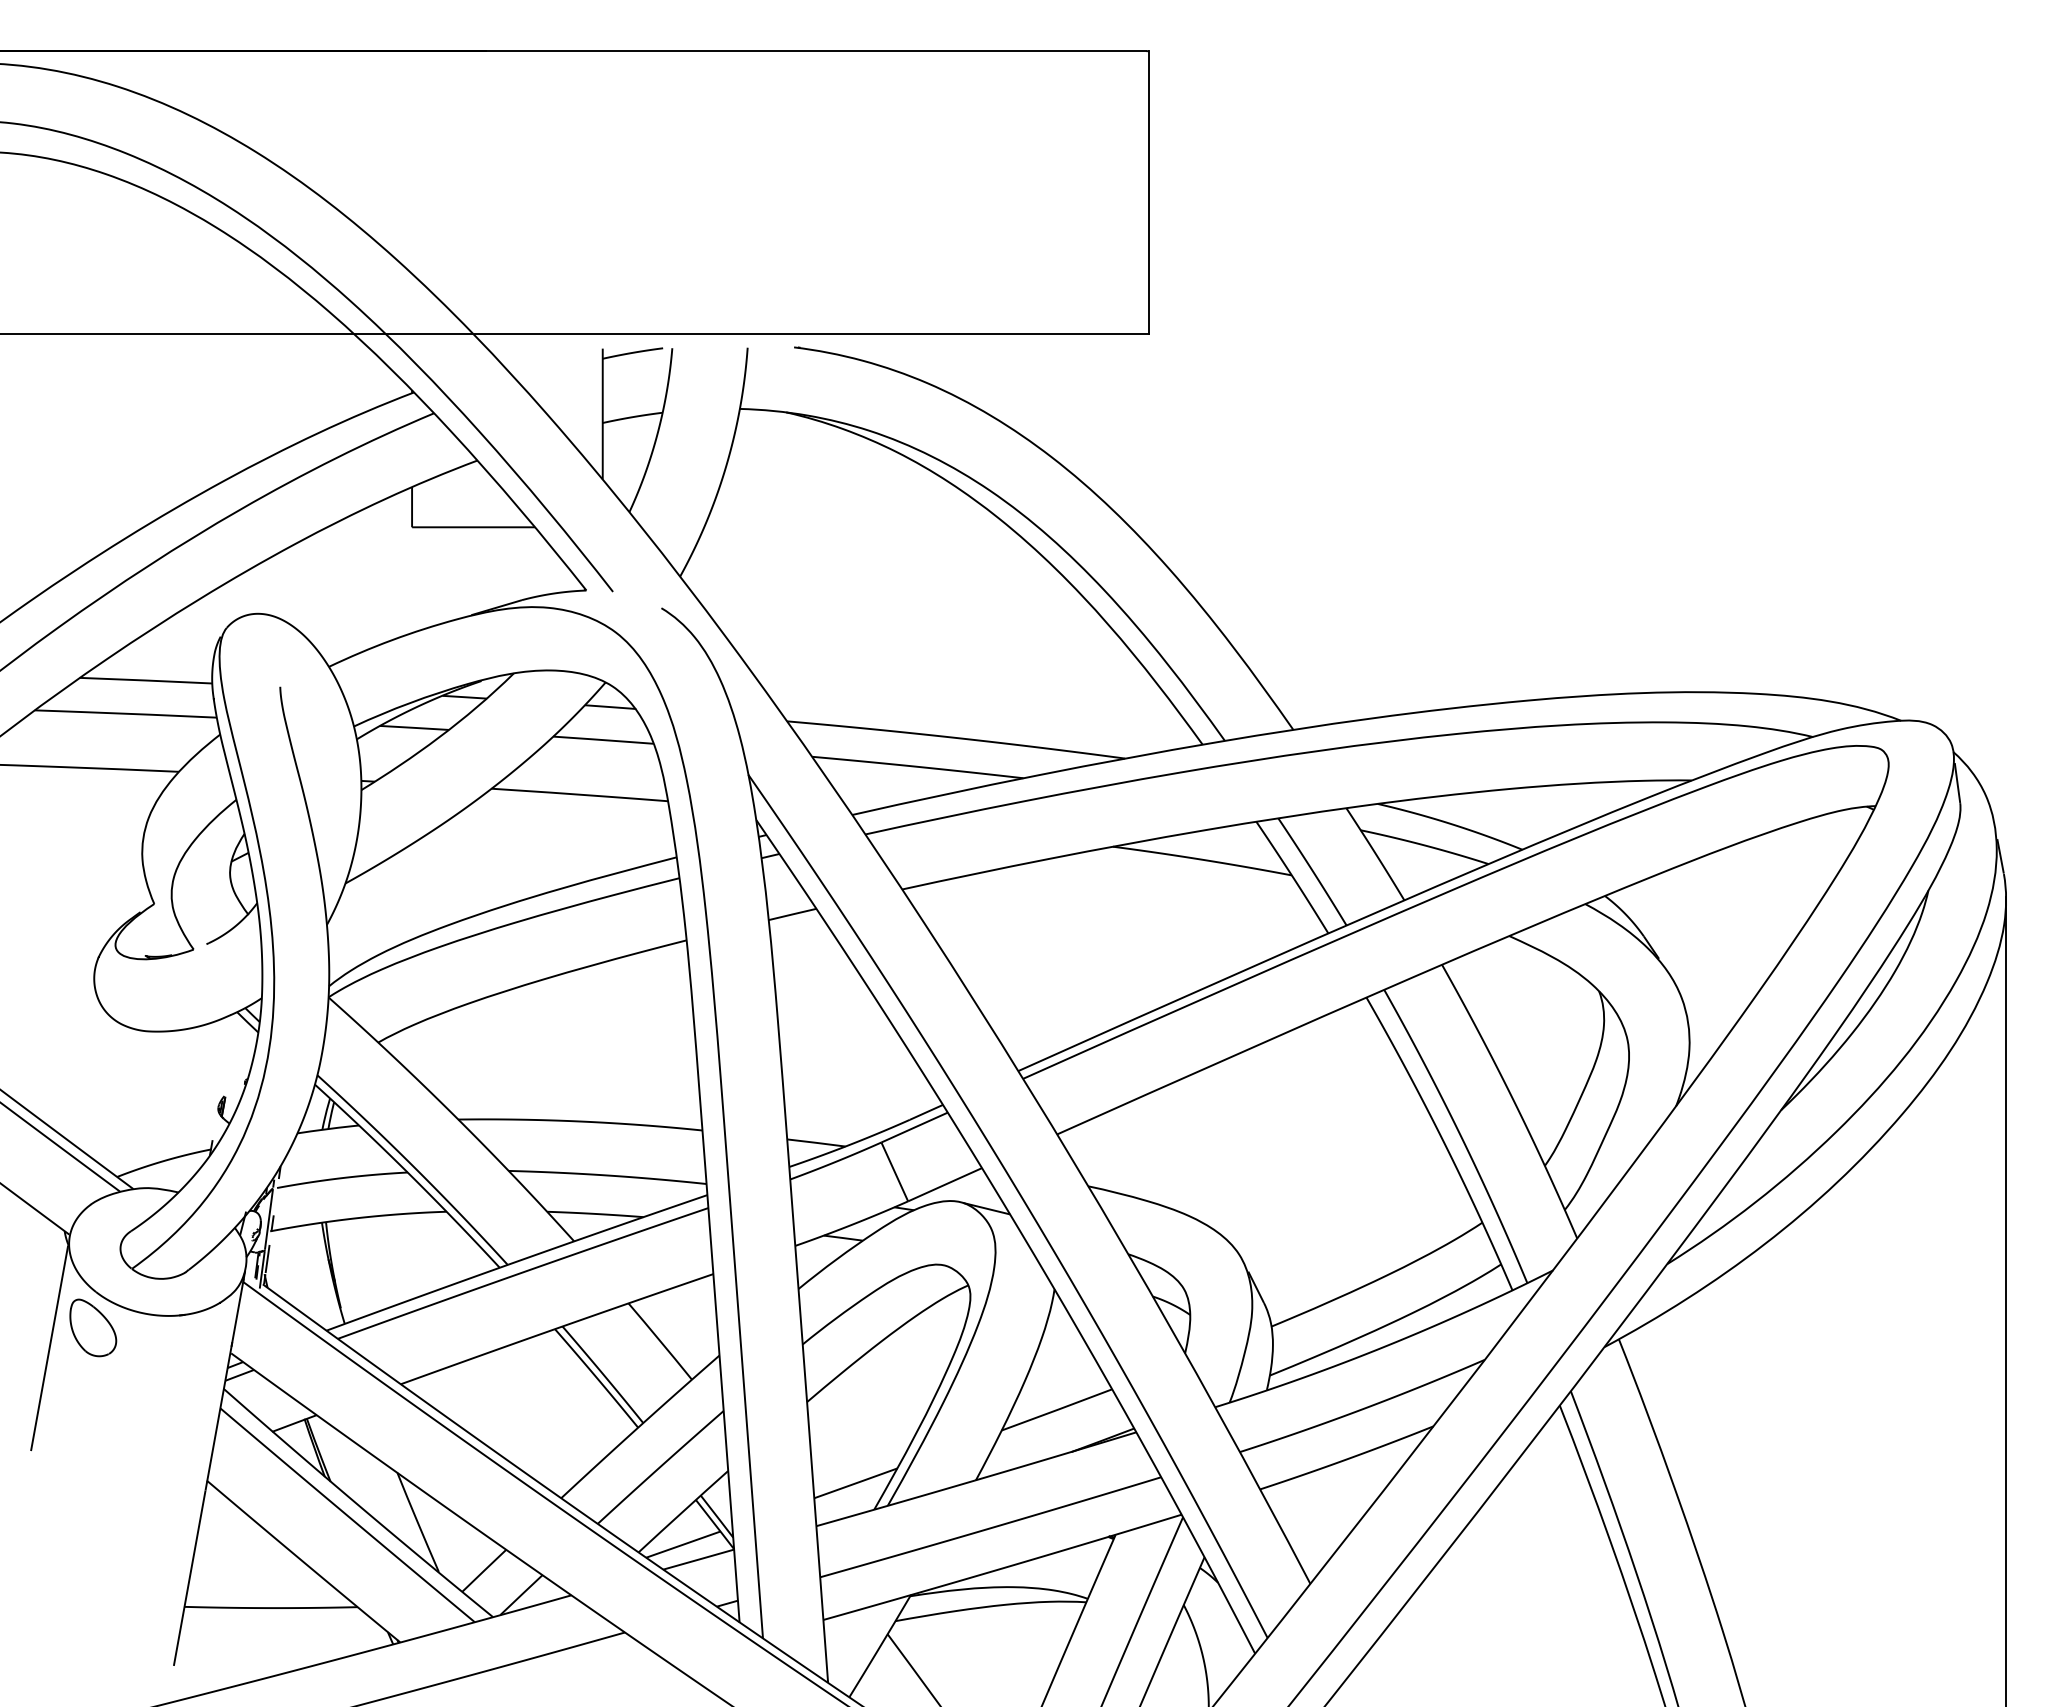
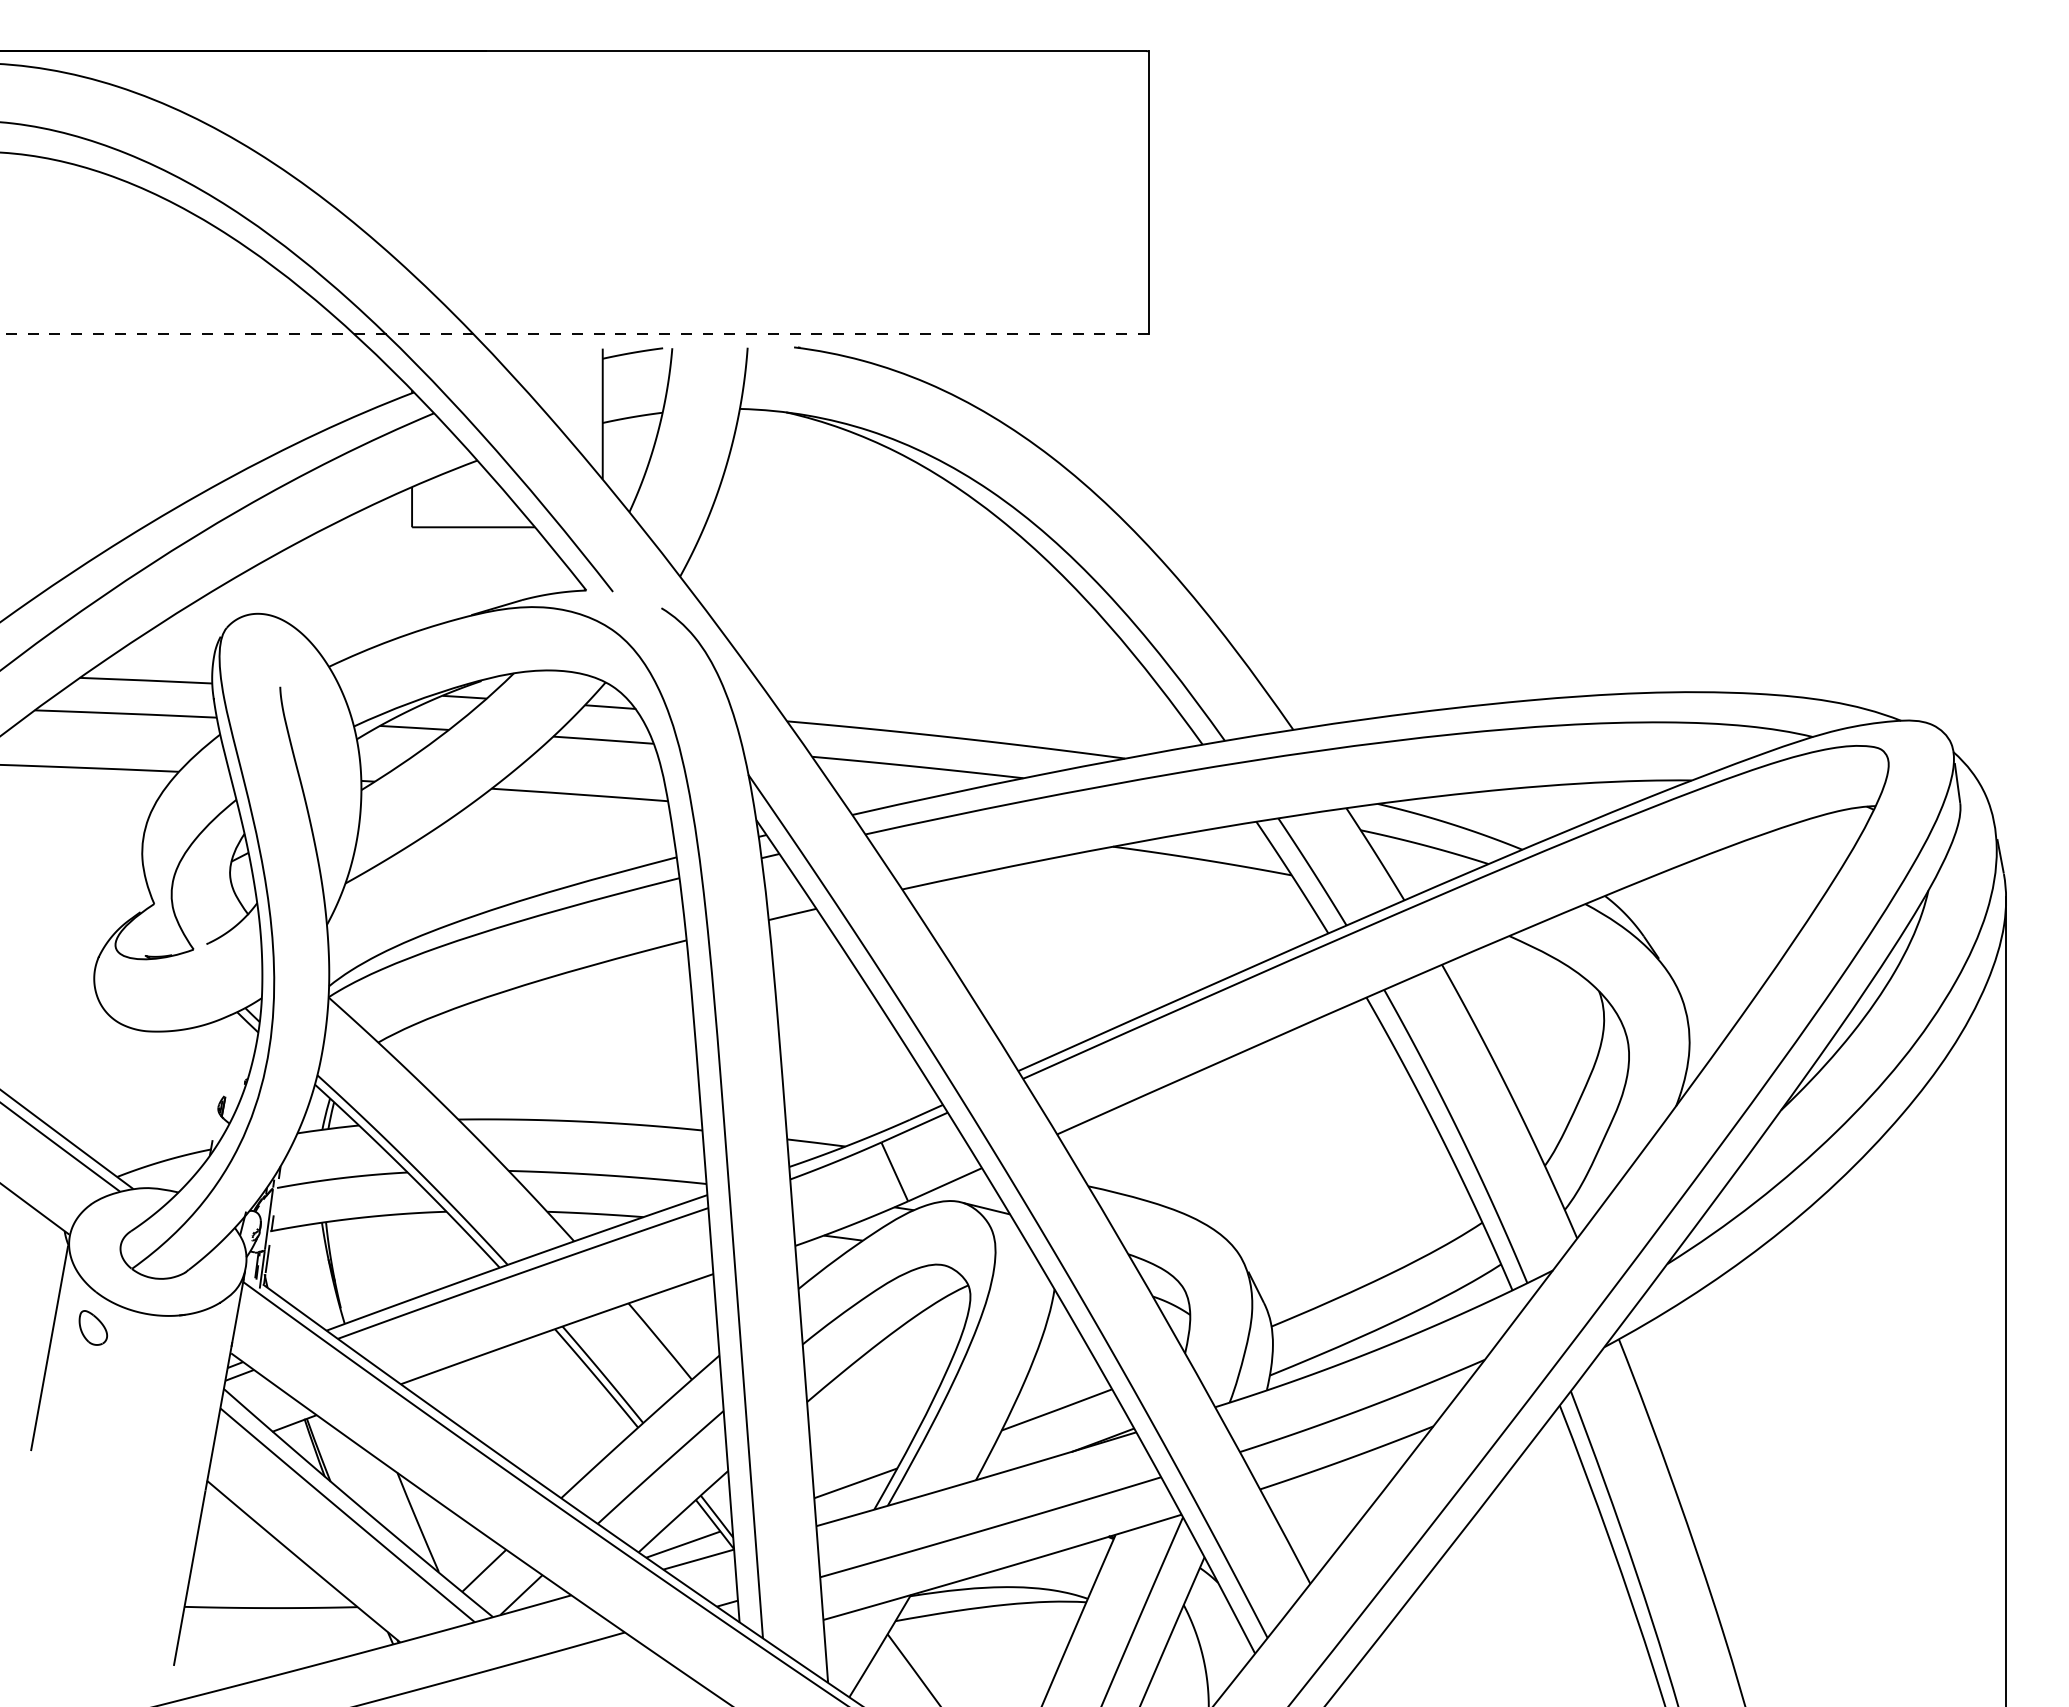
line at (574, 334): solid -> dashed
part at (93, 1327) size: 49x60 px -> 30x36 px
